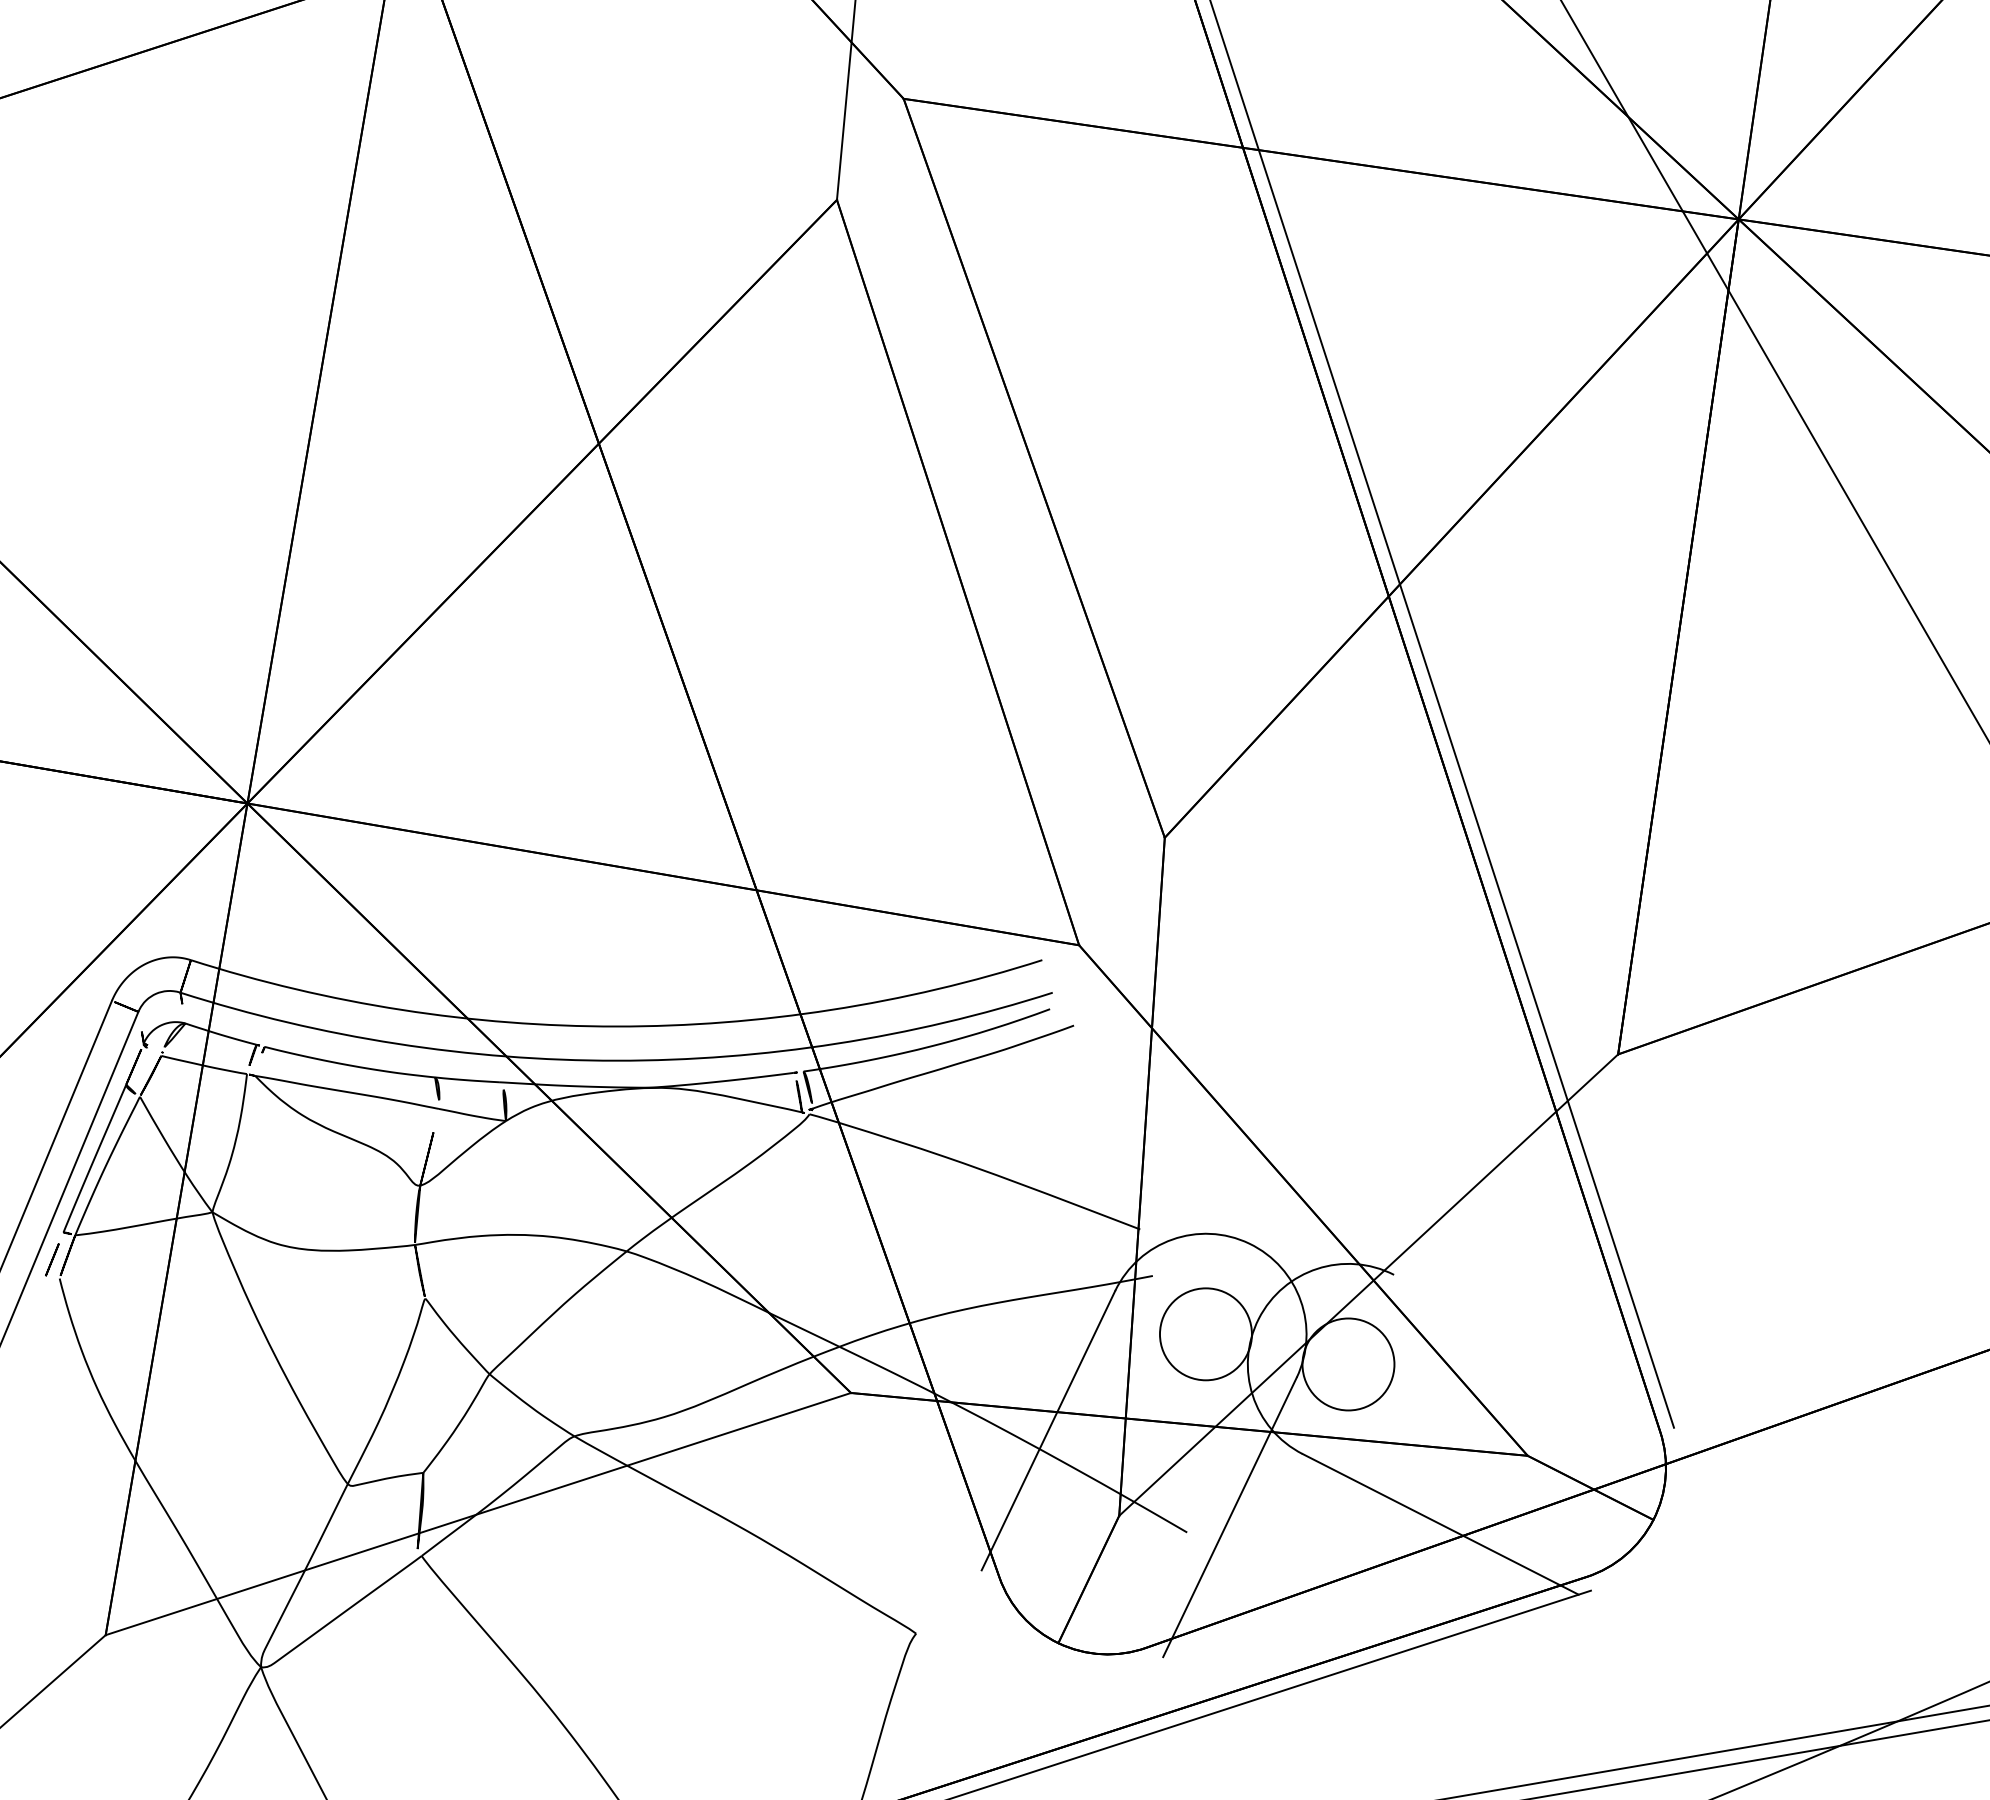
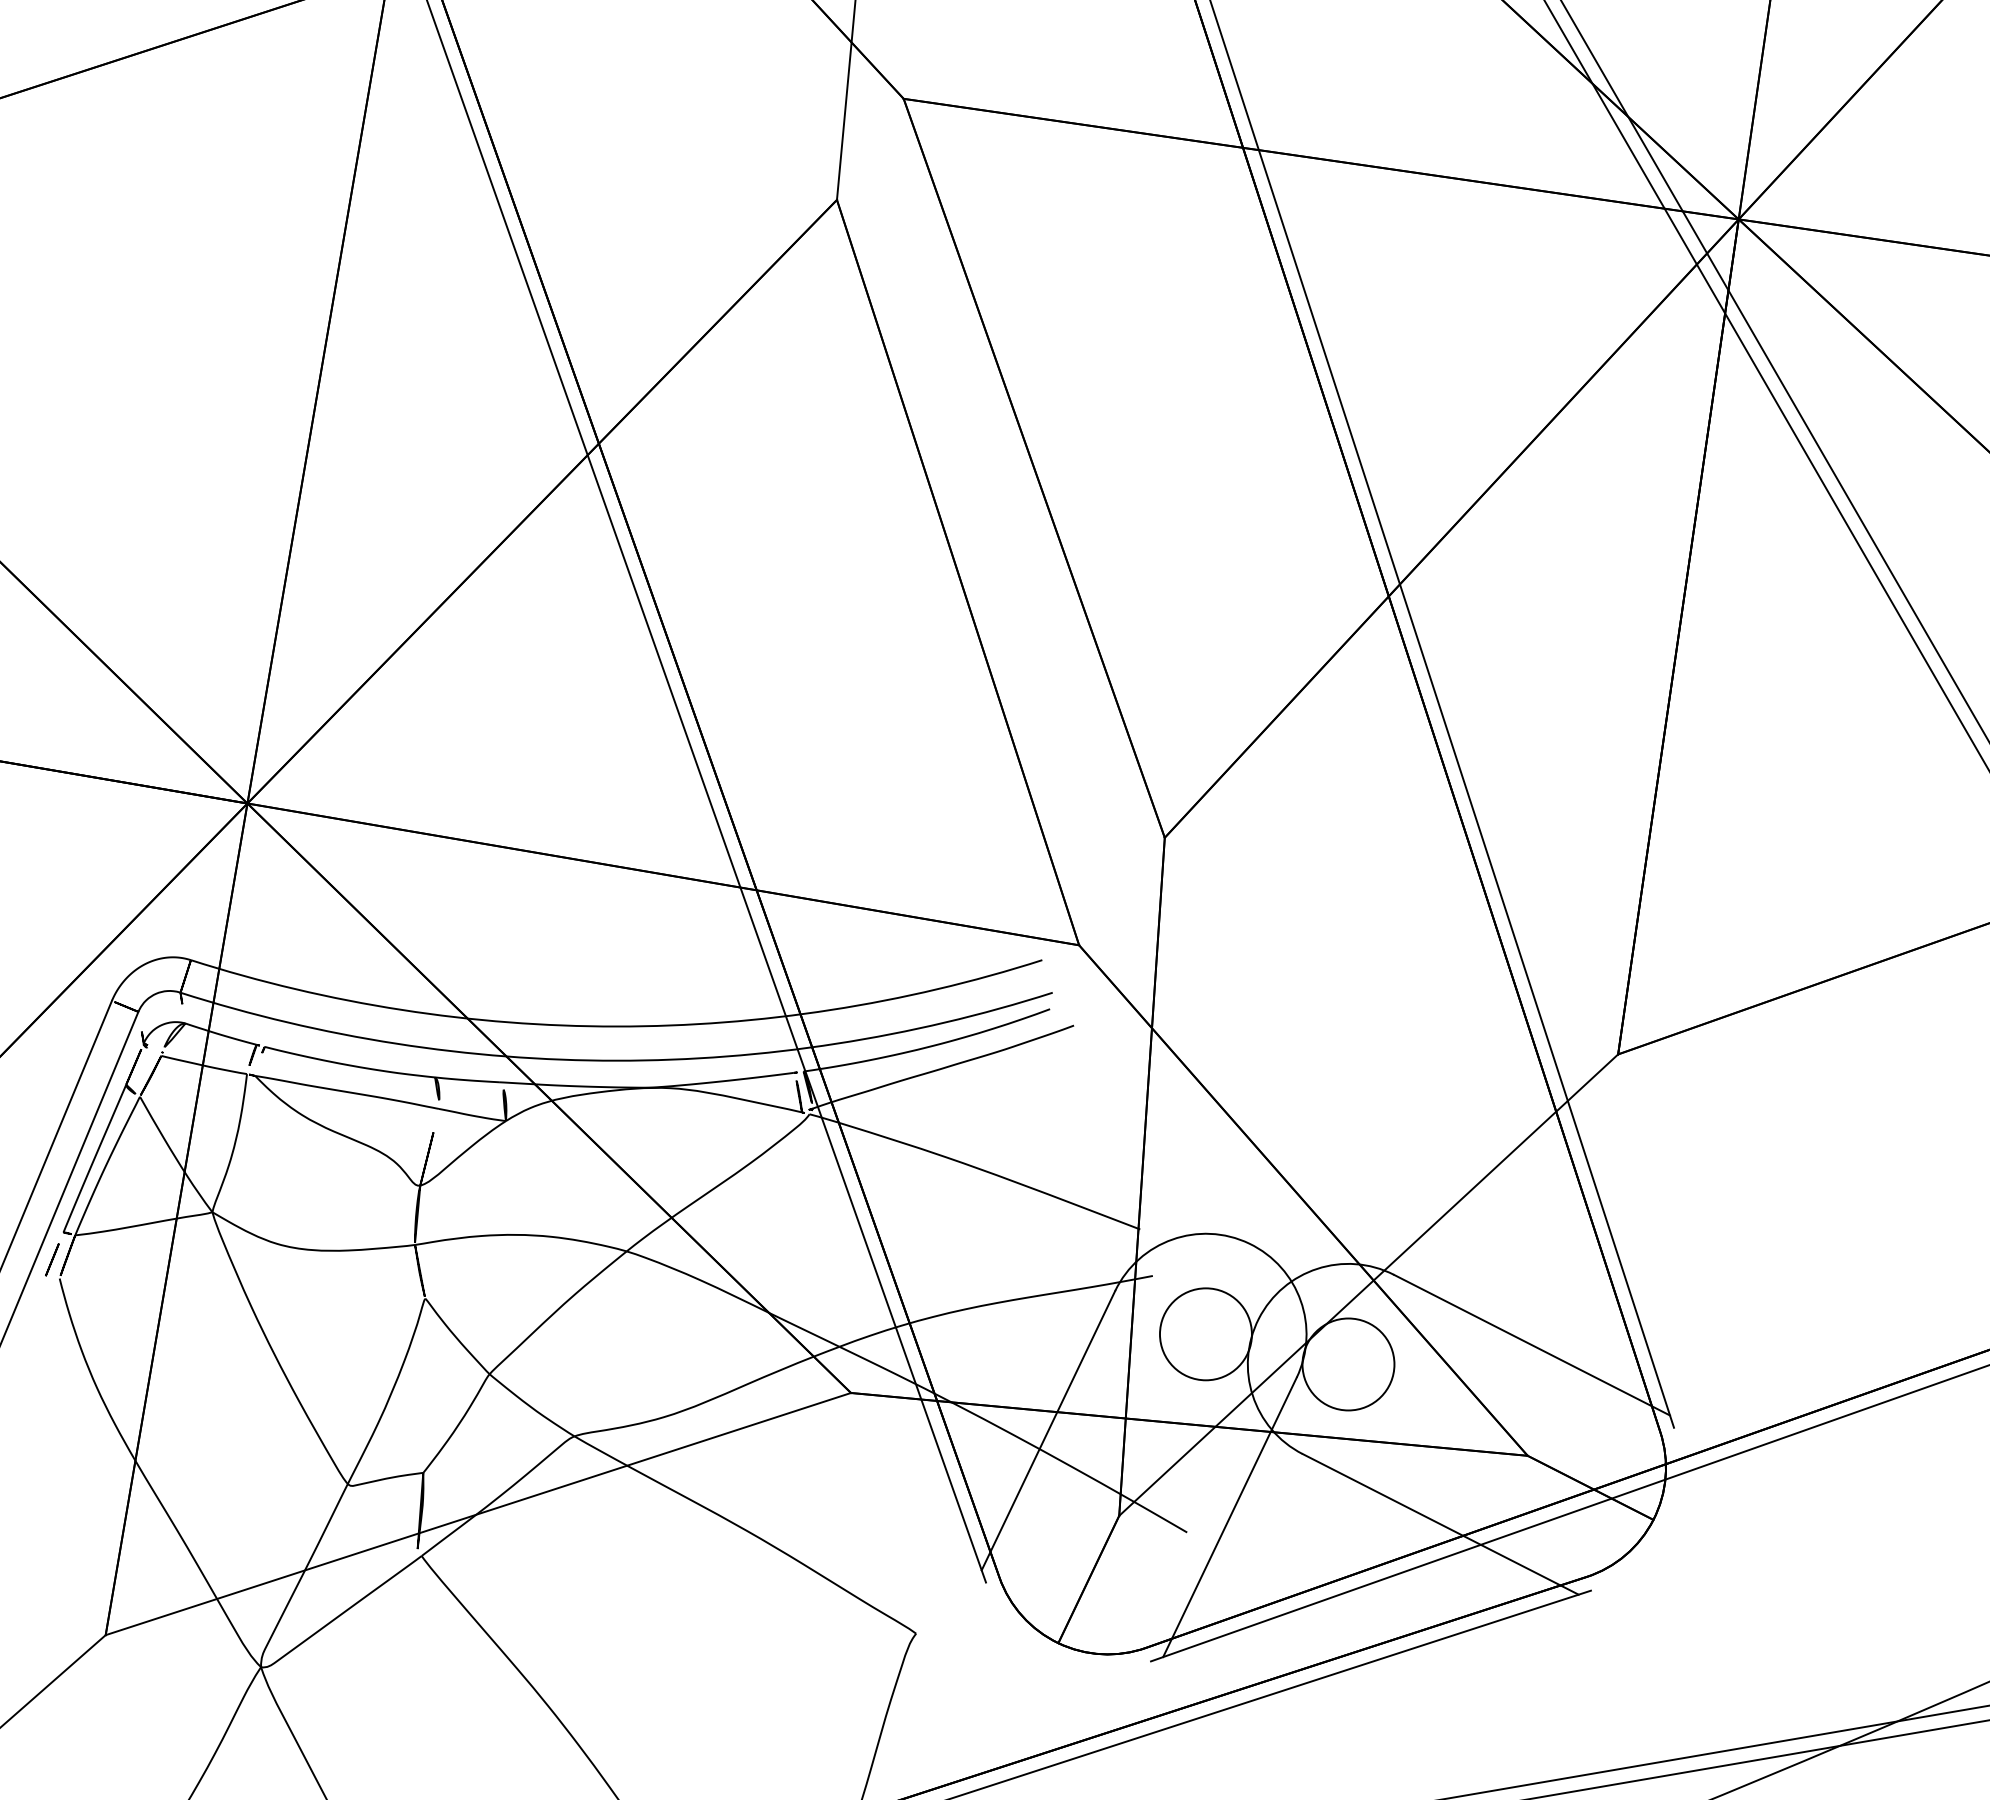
line at (1765, 384): none -> present
line at (706, 792): none -> present
line at (1531, 1344): none -> present
line at (1568, 1513): none -> present
